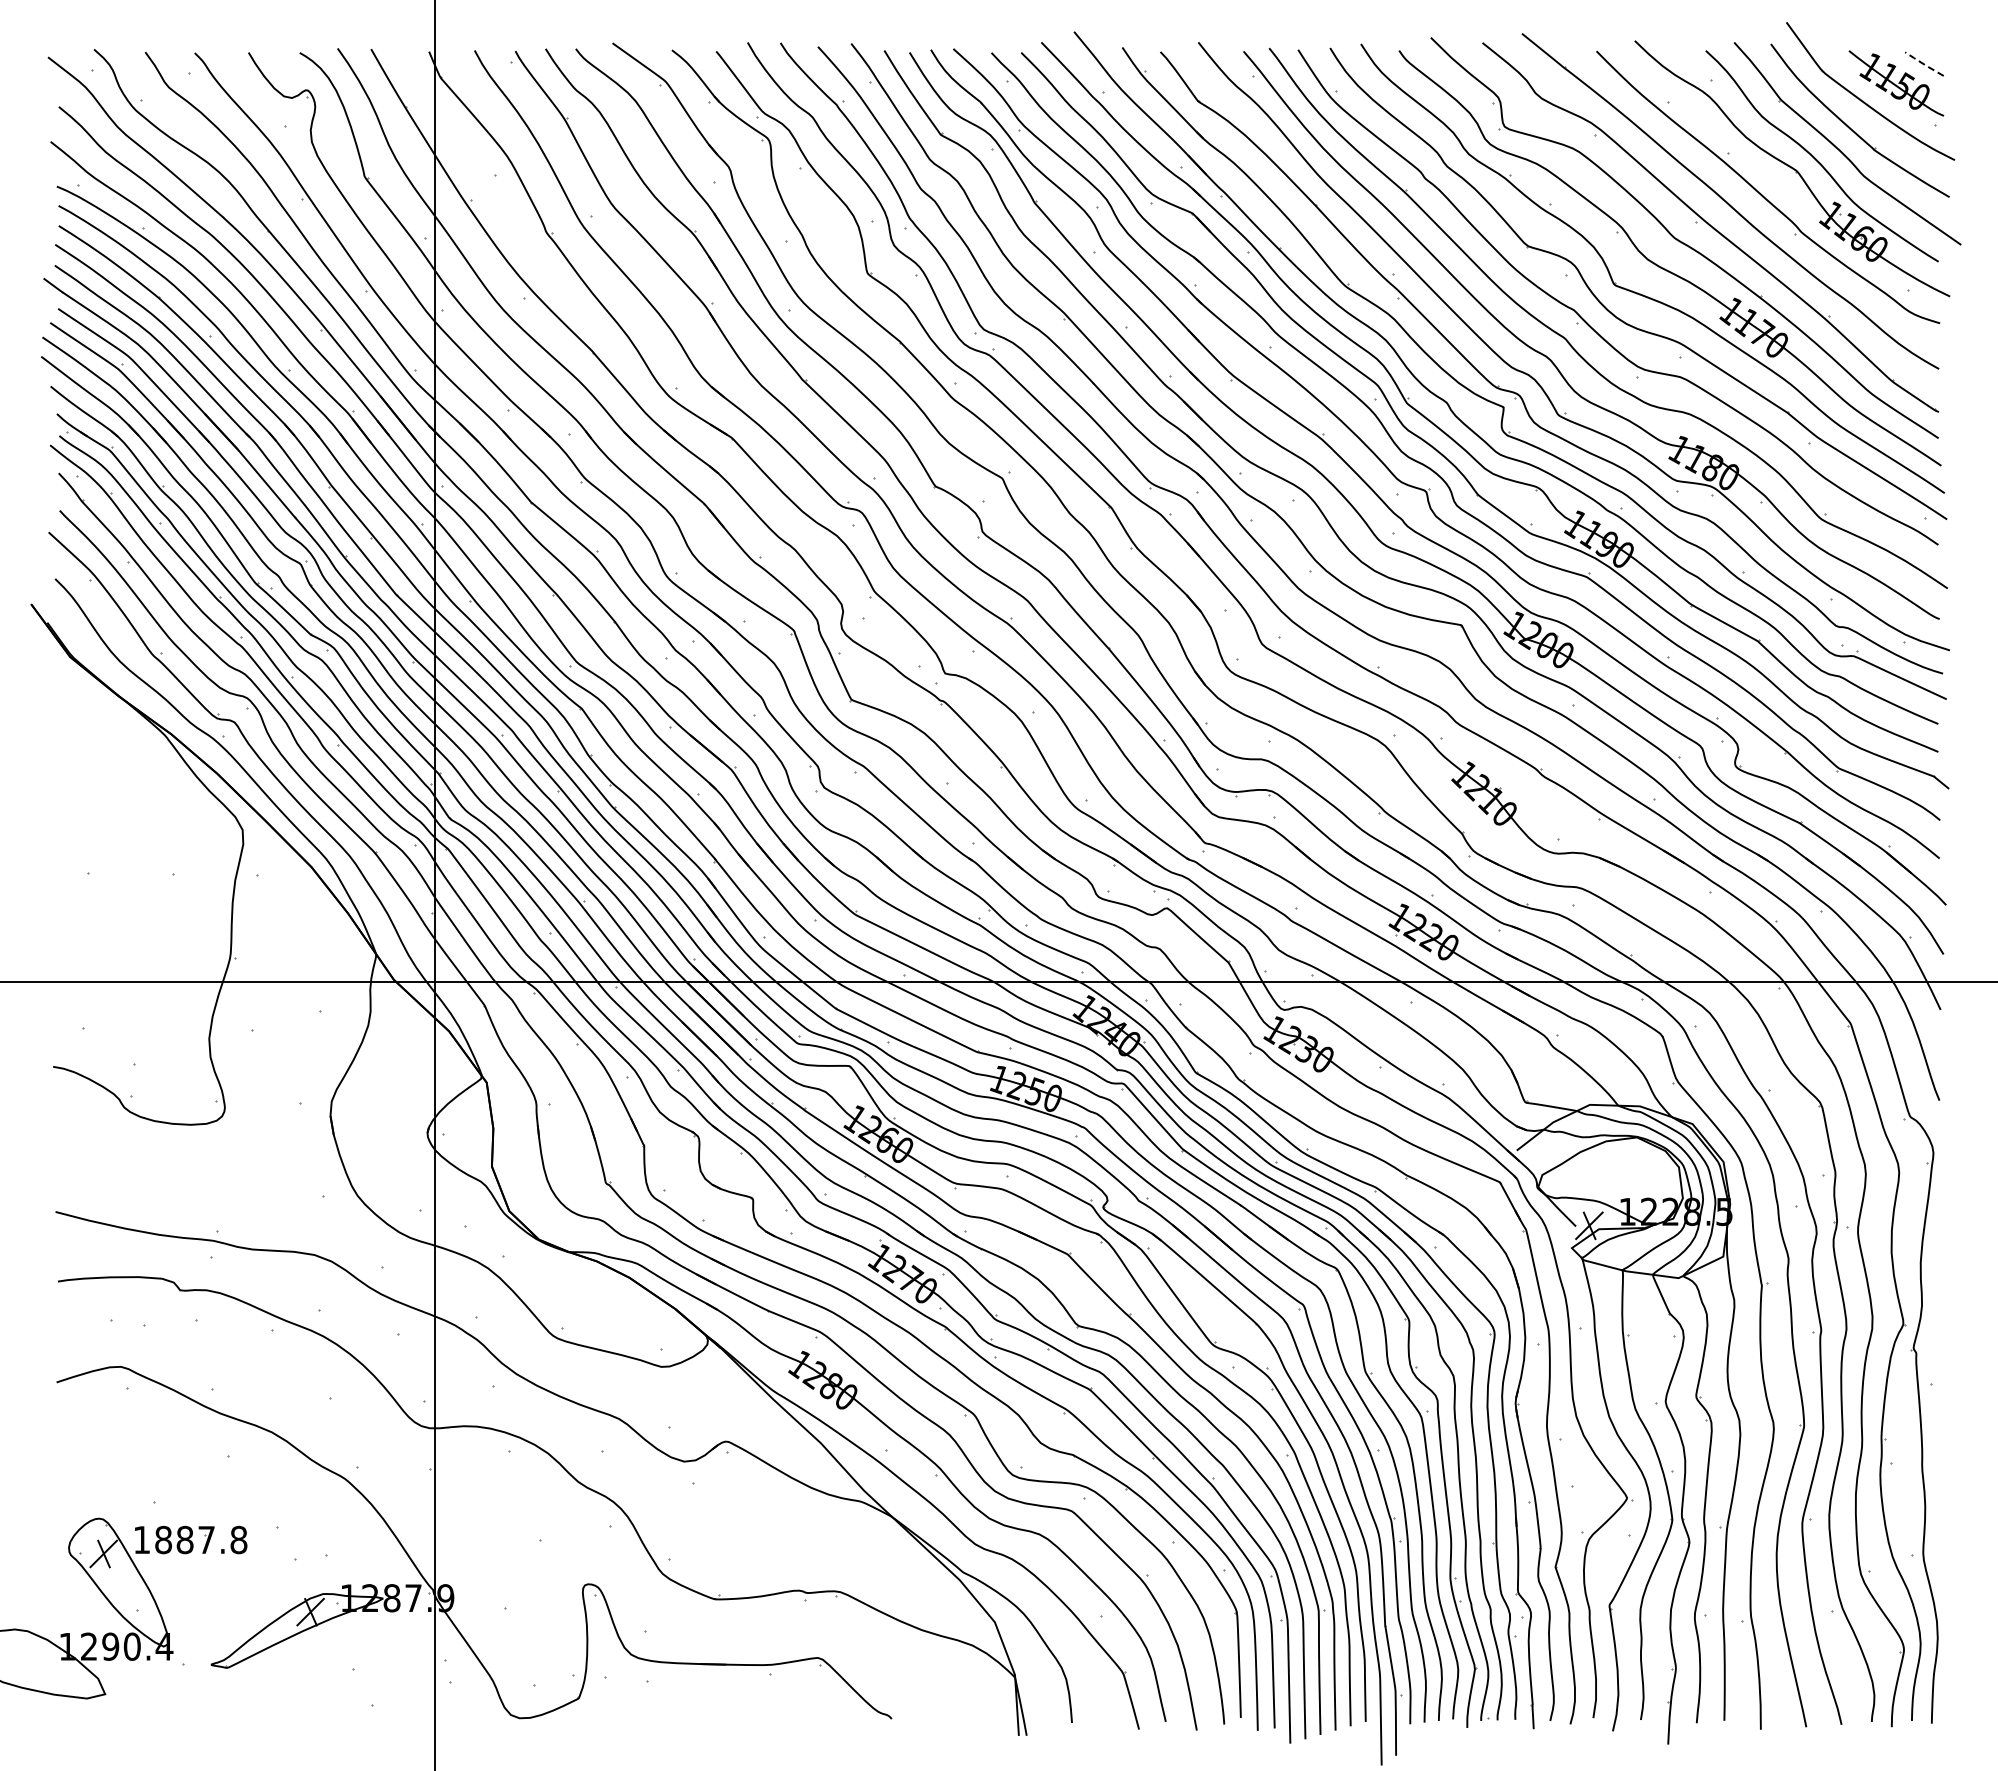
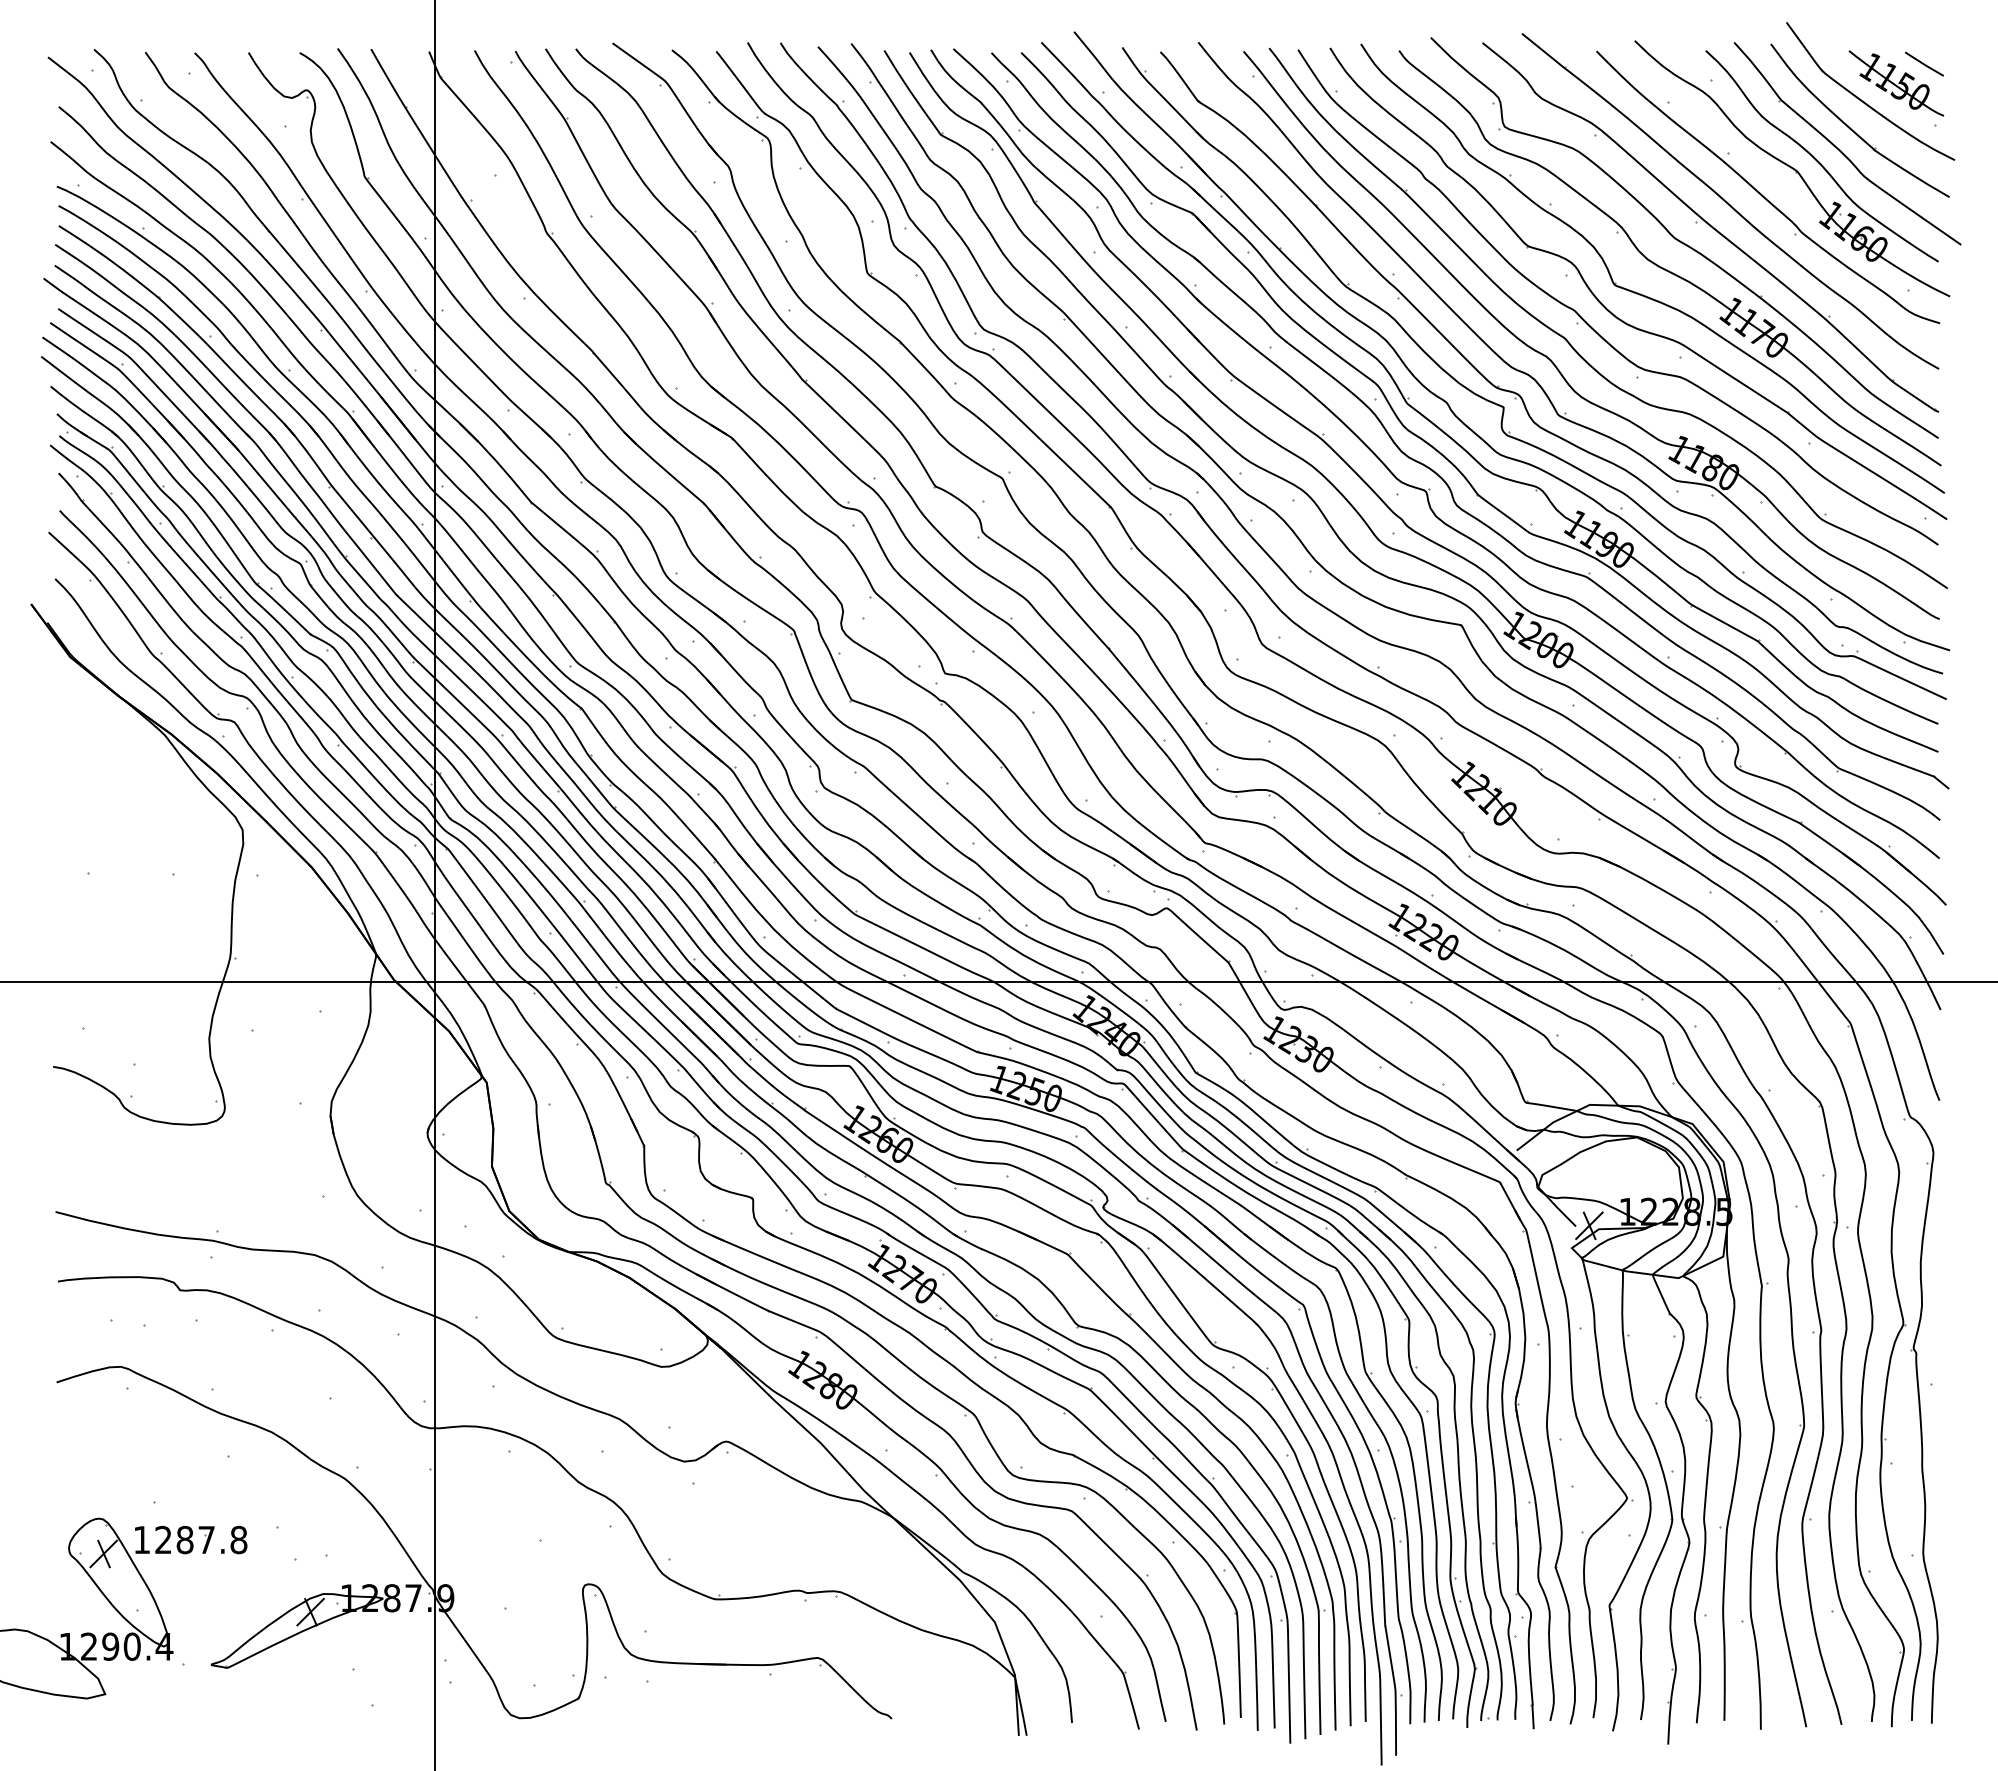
line at (1923, 64): dashed -> solid
text at (163, 1540): 1887.8 -> 1287.8
